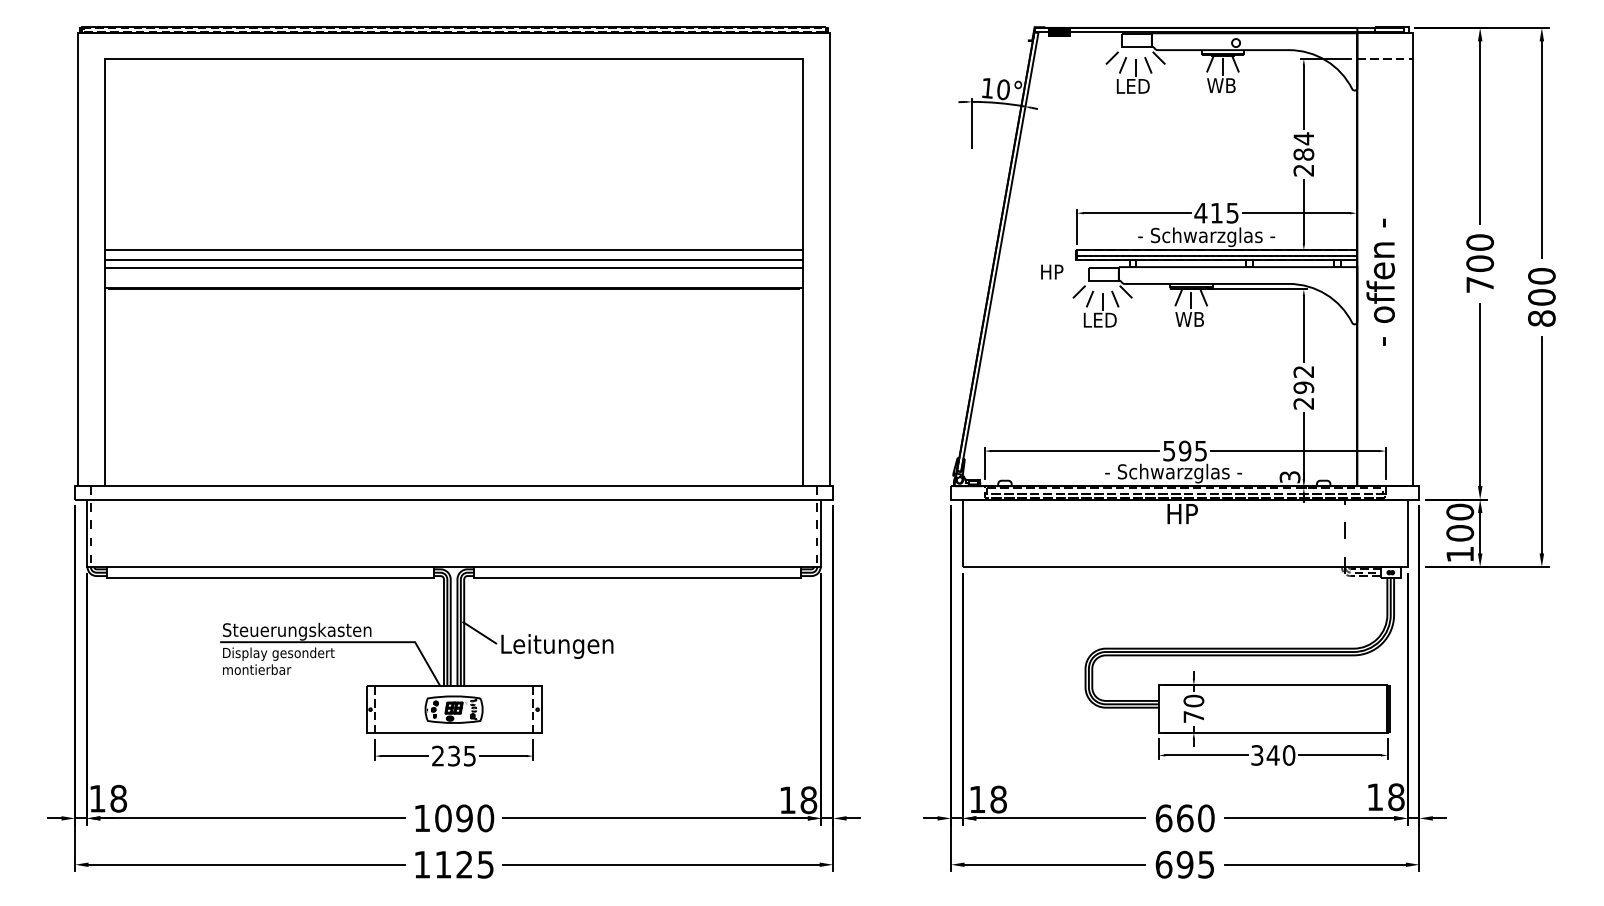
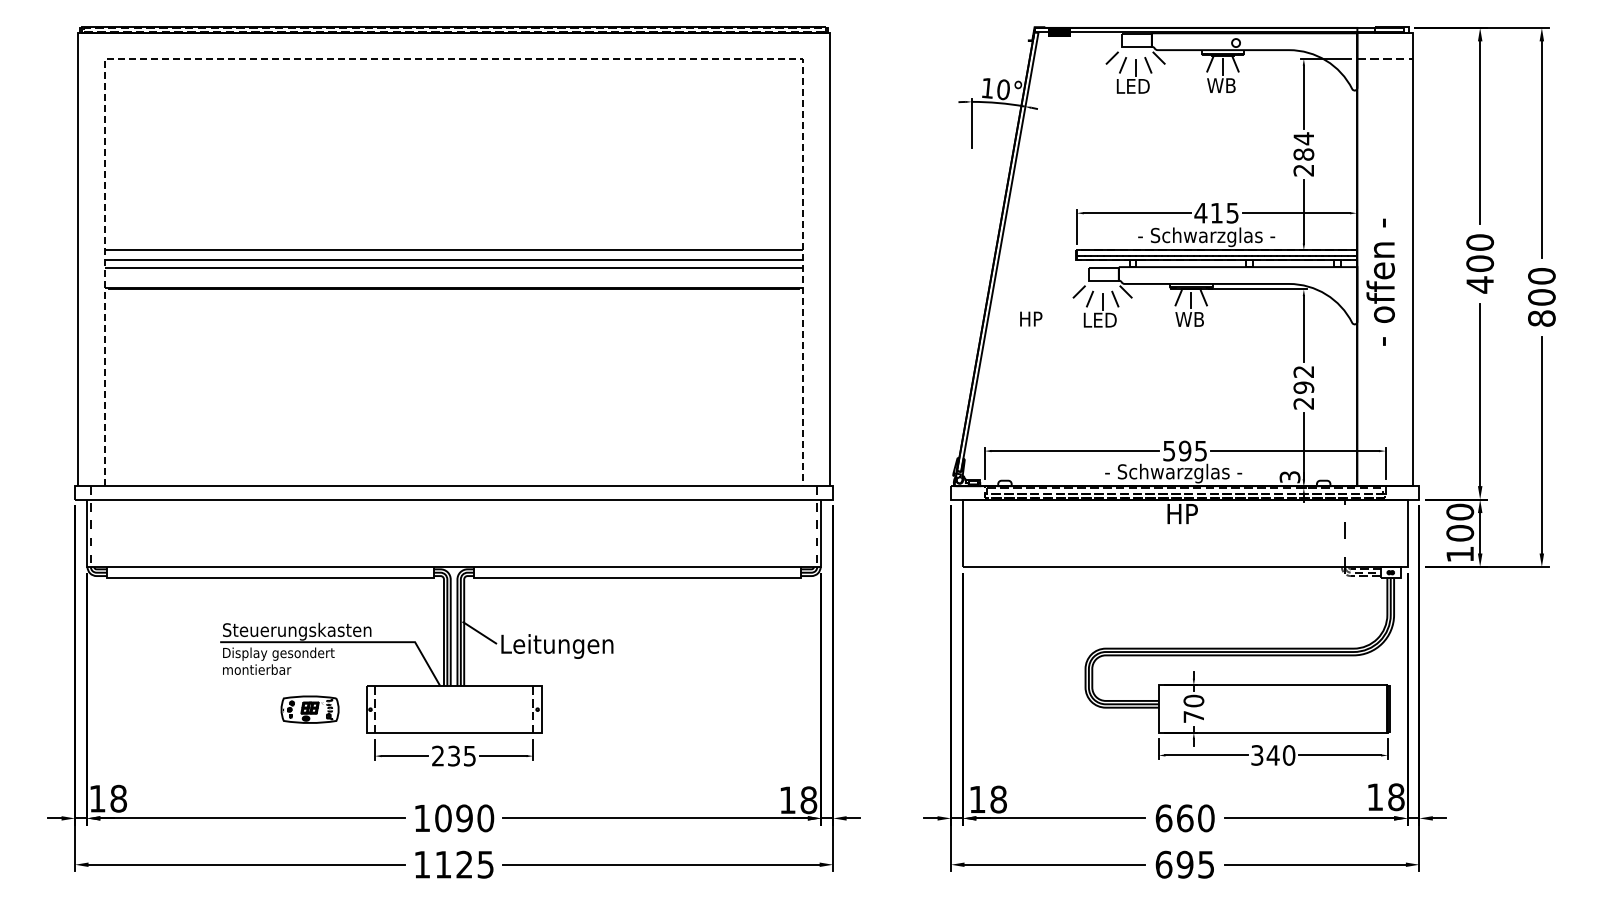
line at (454, 58): solid -> dashed
text at (1052, 271) position: (1052, 271) -> (1031, 318)
text at (1479, 284): 700 -> 400
part at (453, 709) position: (453, 709) -> (309, 709)
